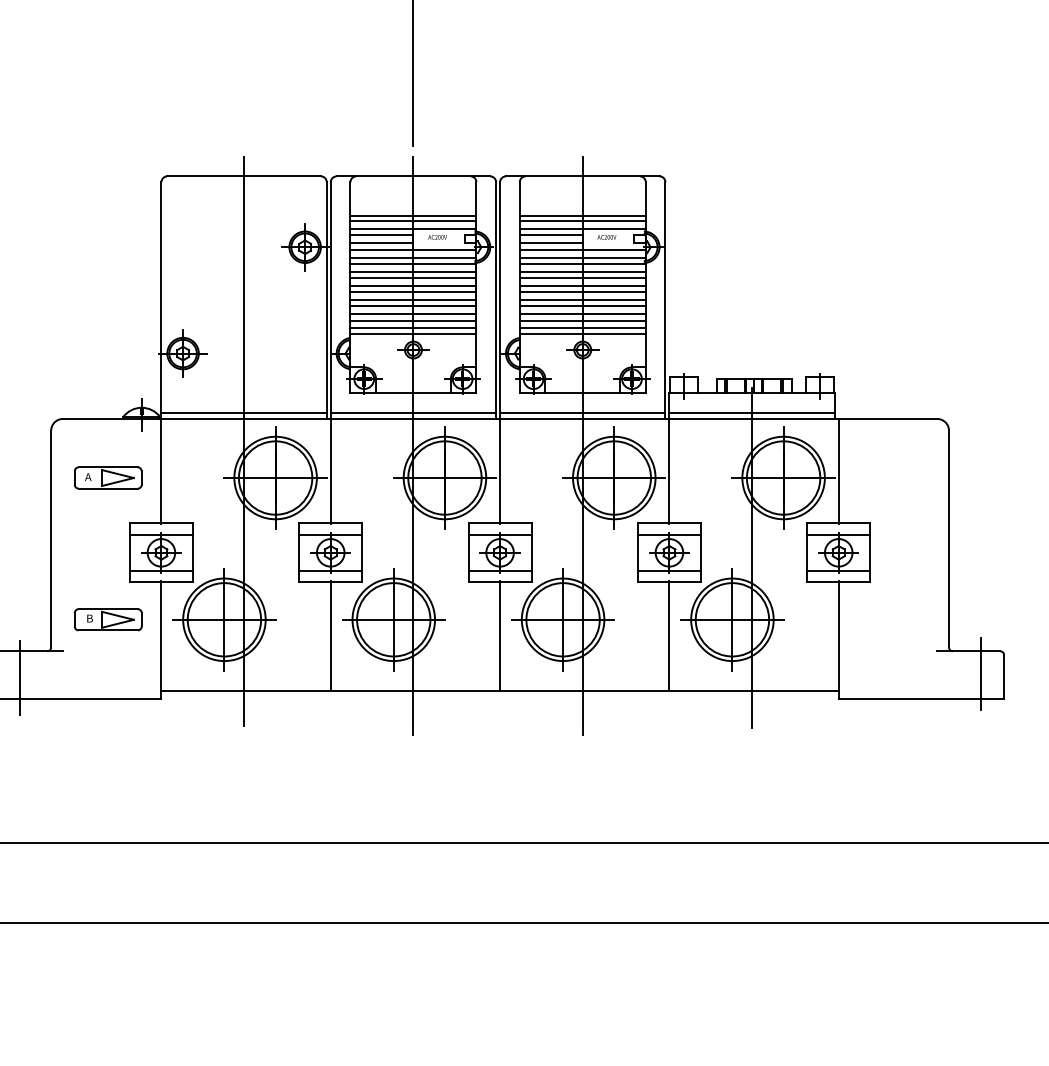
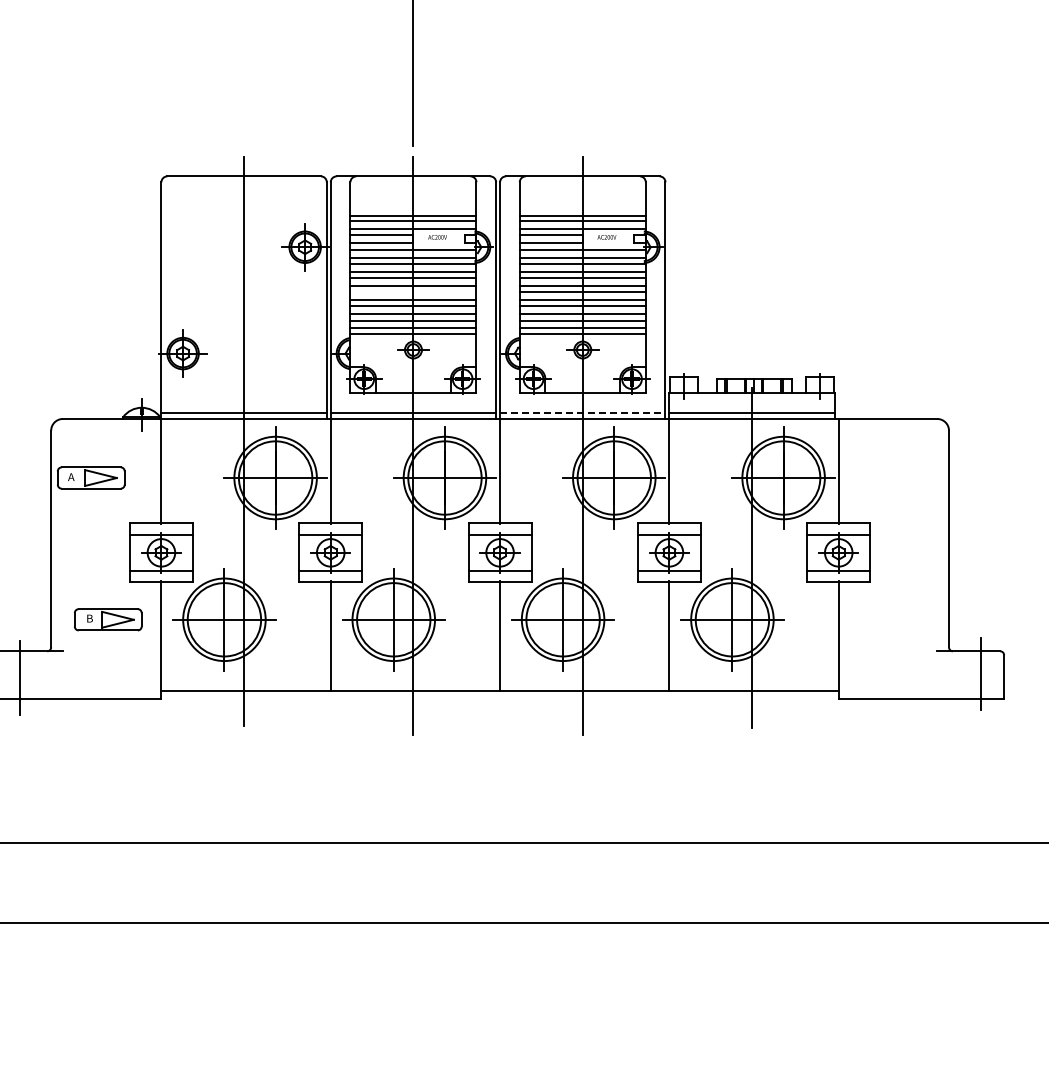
line at (413, 292): present -> none
line at (582, 412): solid -> dashed
part at (108, 477) position: (108, 477) -> (91, 477)
